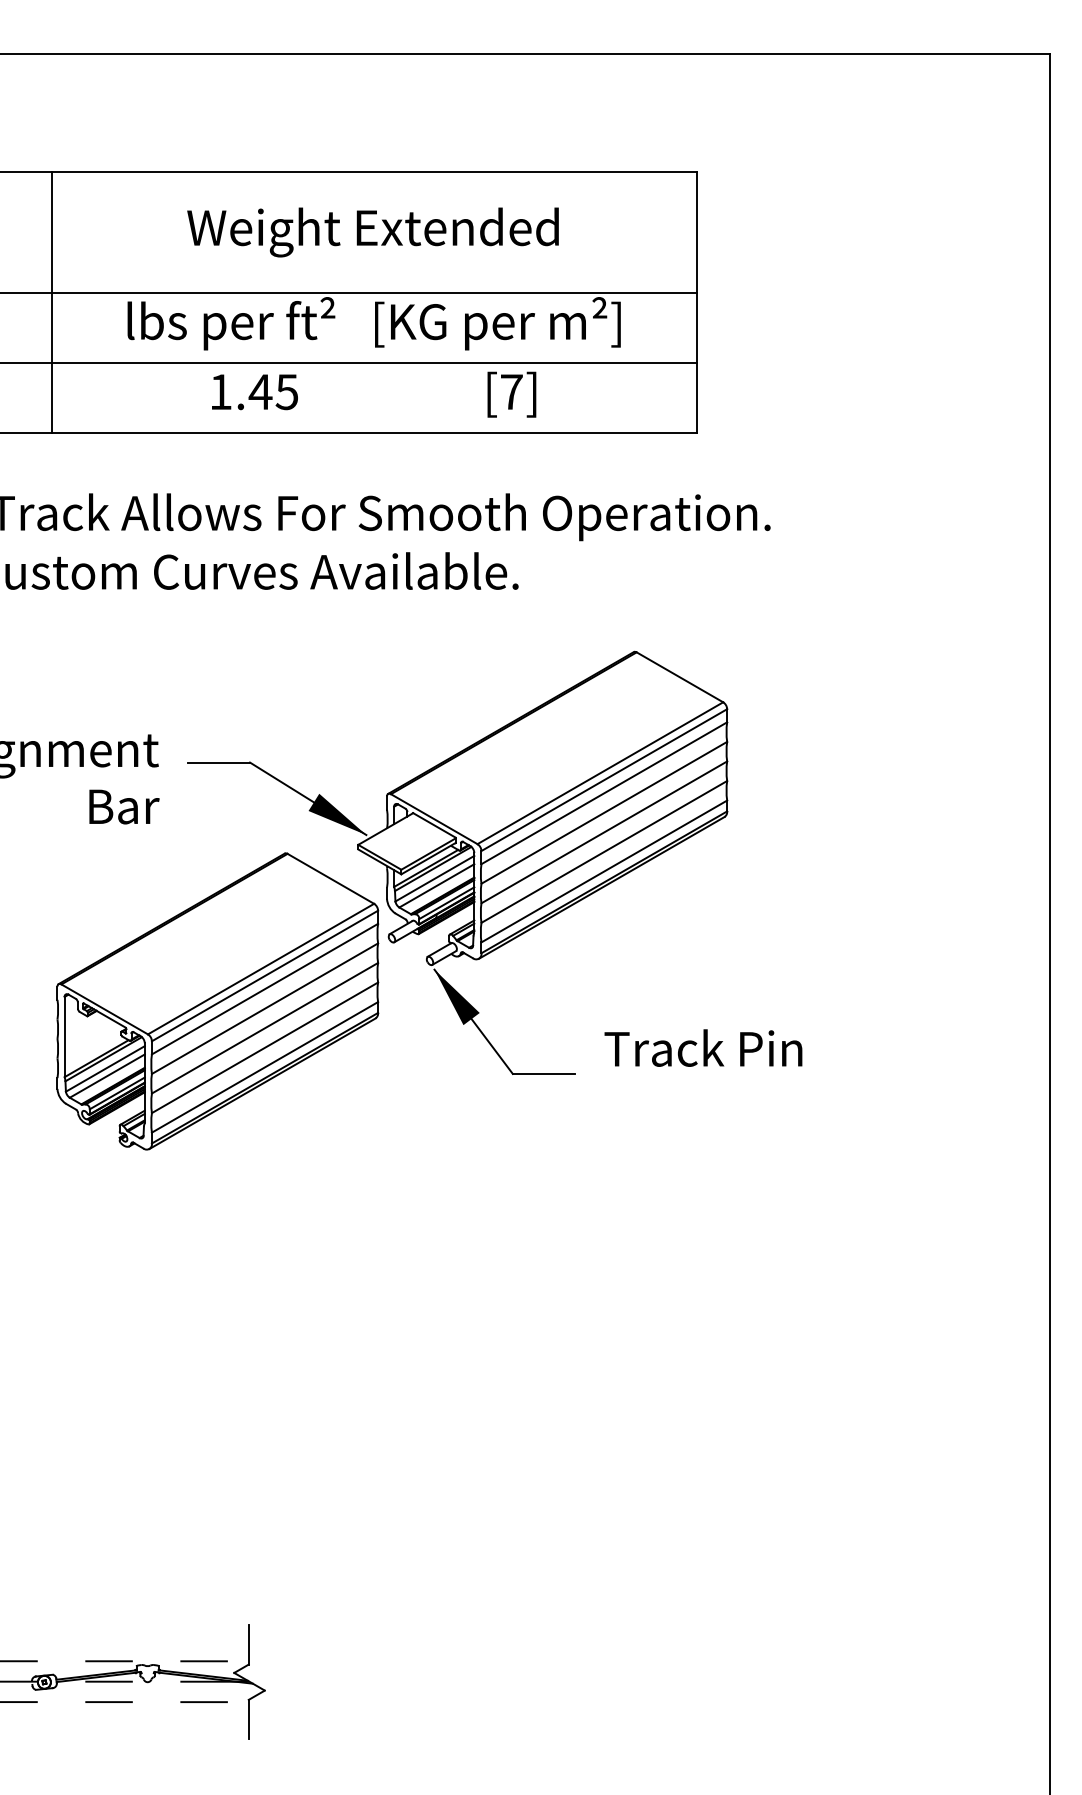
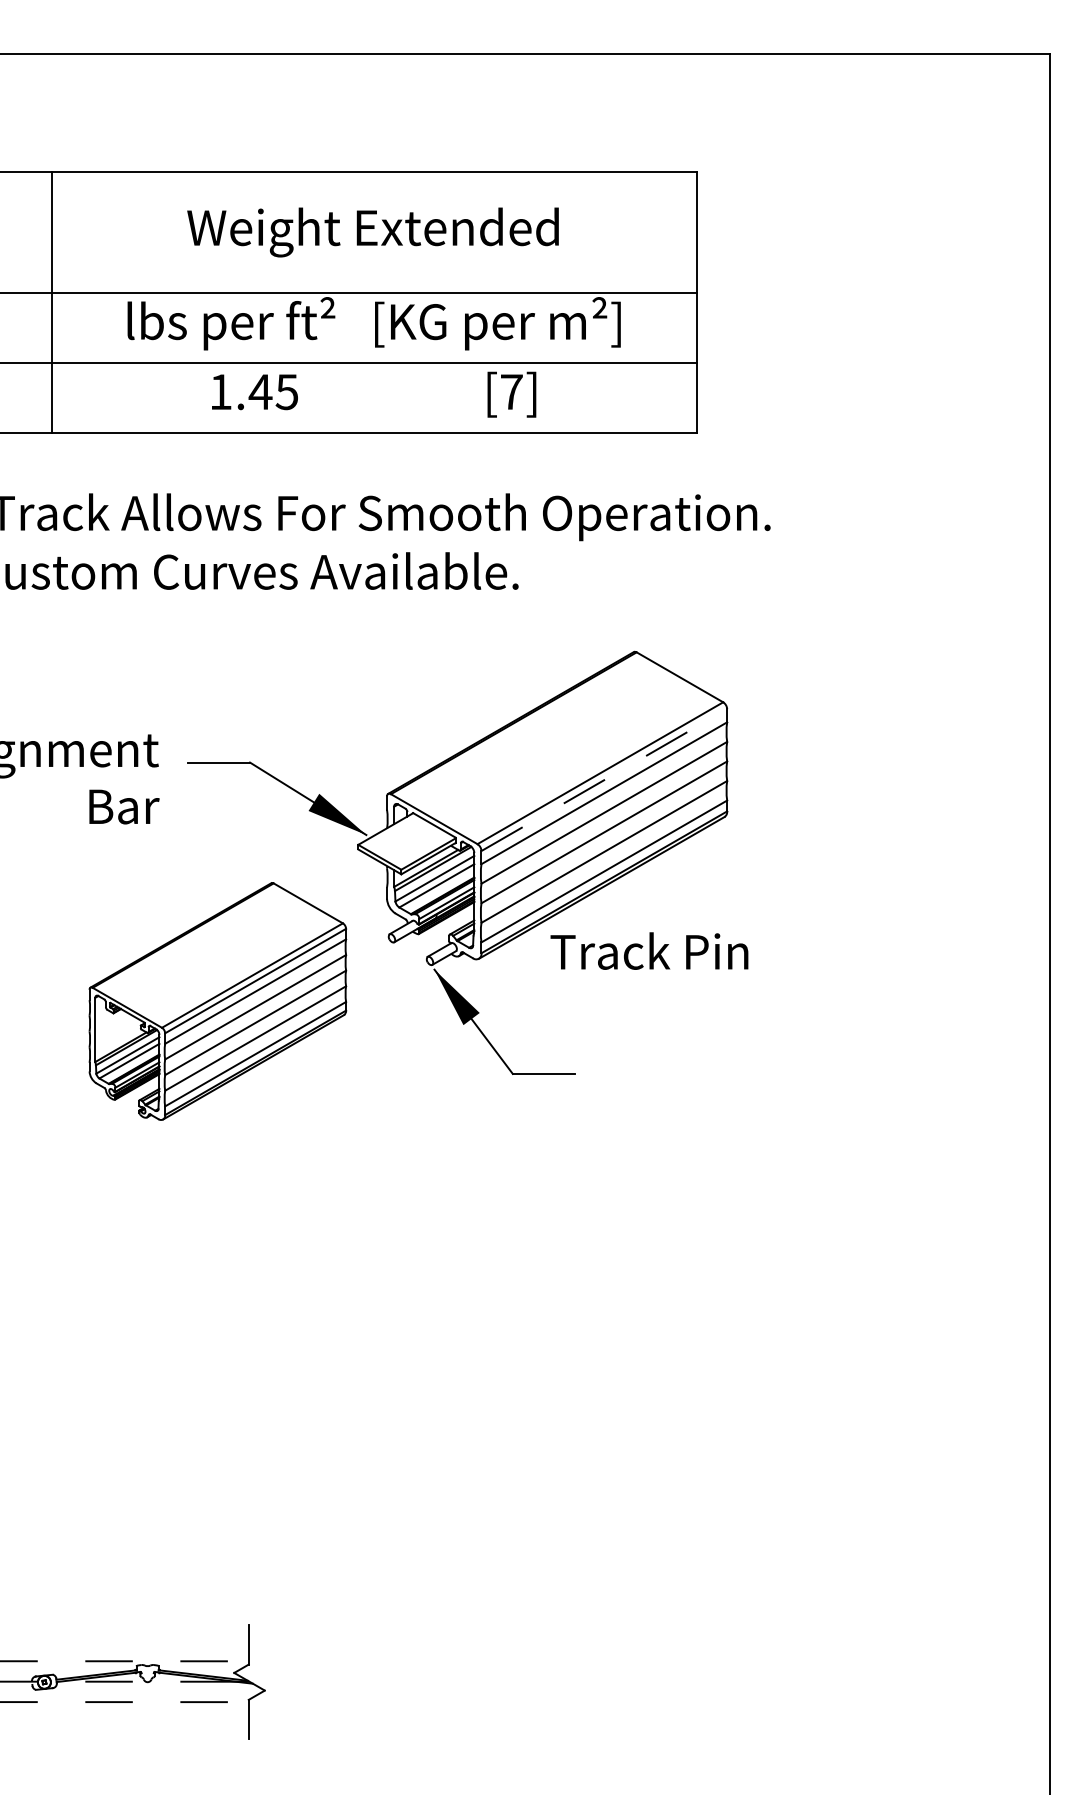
line at (604, 780): solid -> dashed
part at (217, 1001) size: 324x299 px -> 260x239 px
text at (703, 1047) position: (703, 1047) -> (649, 950)
